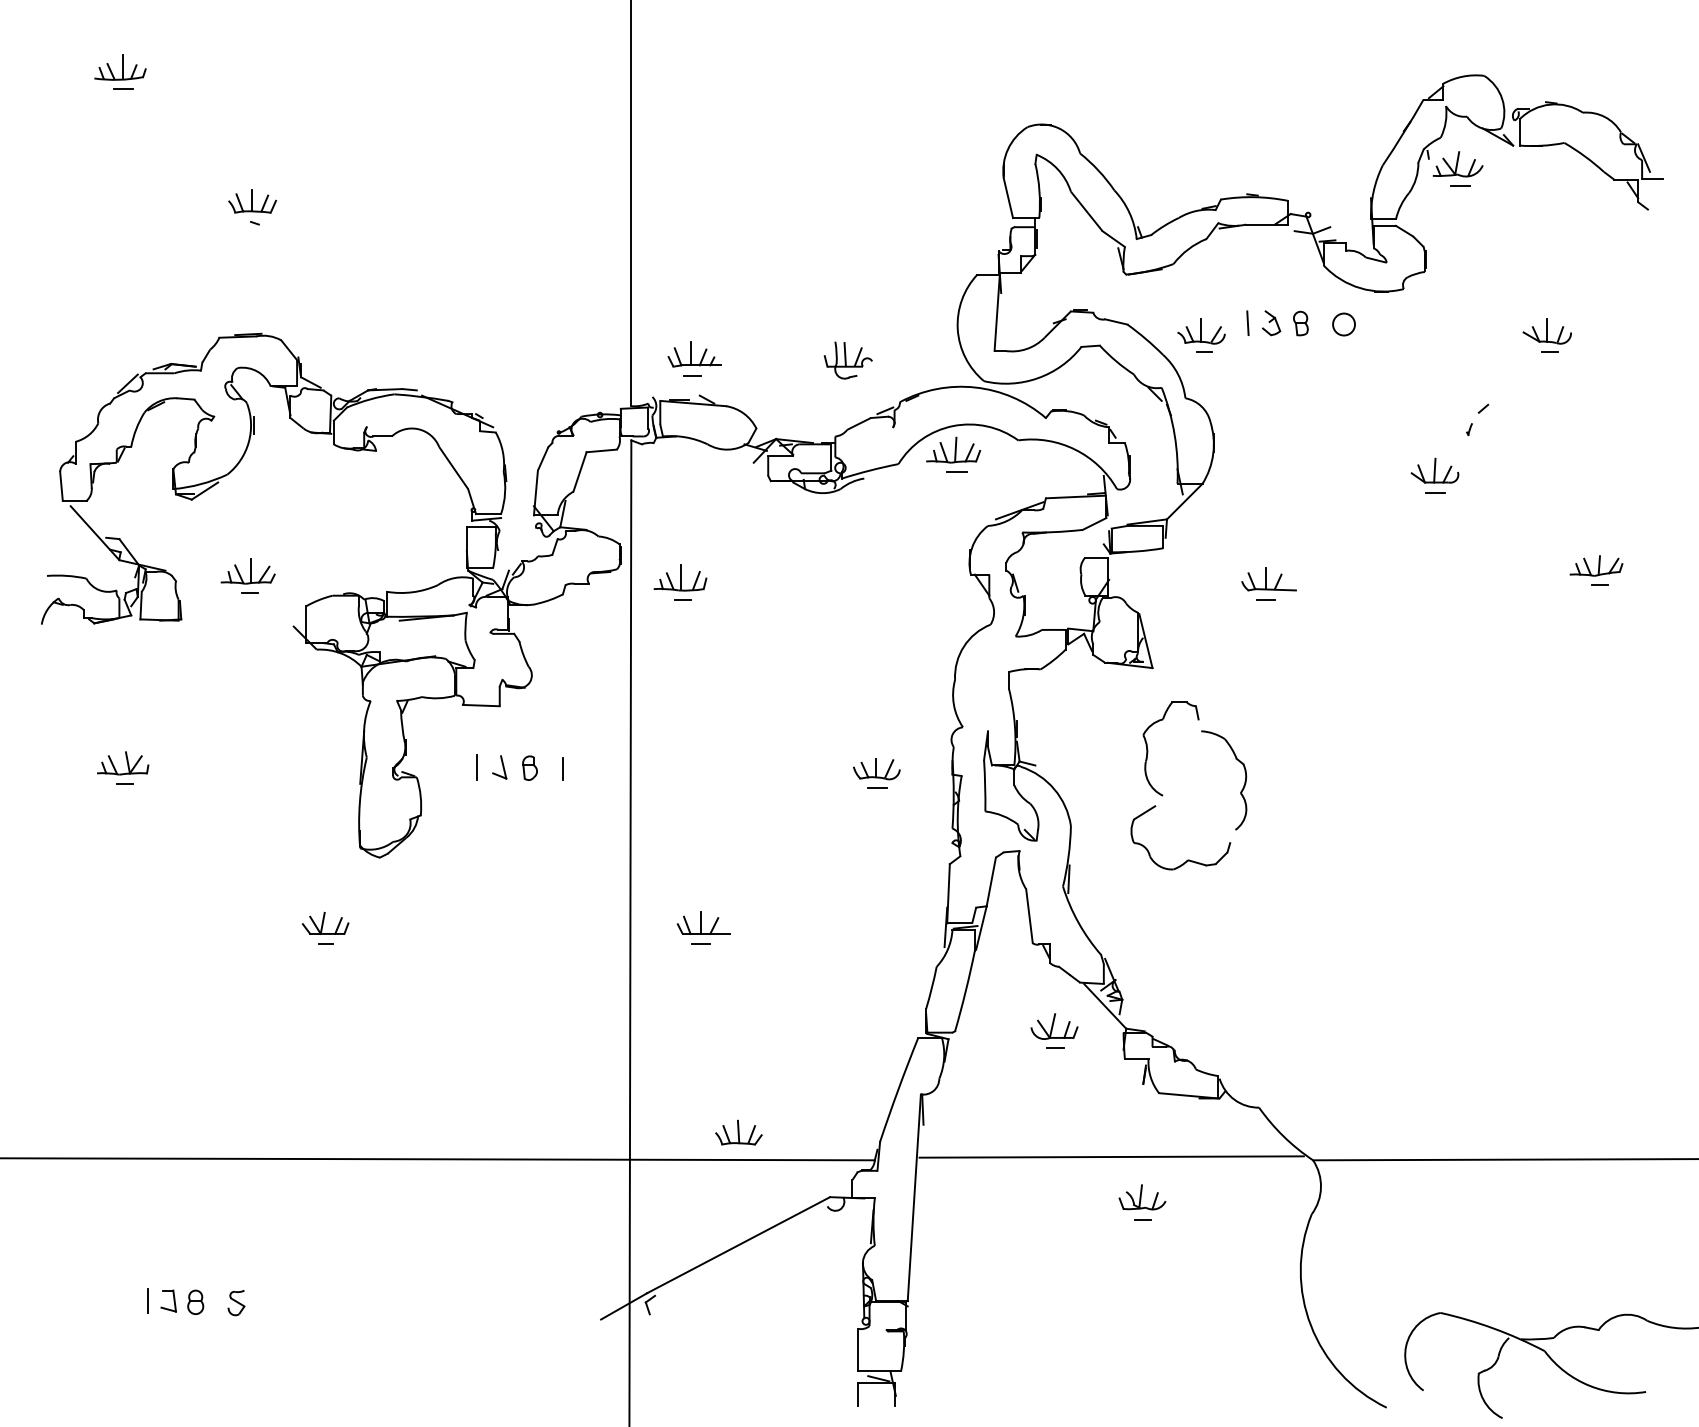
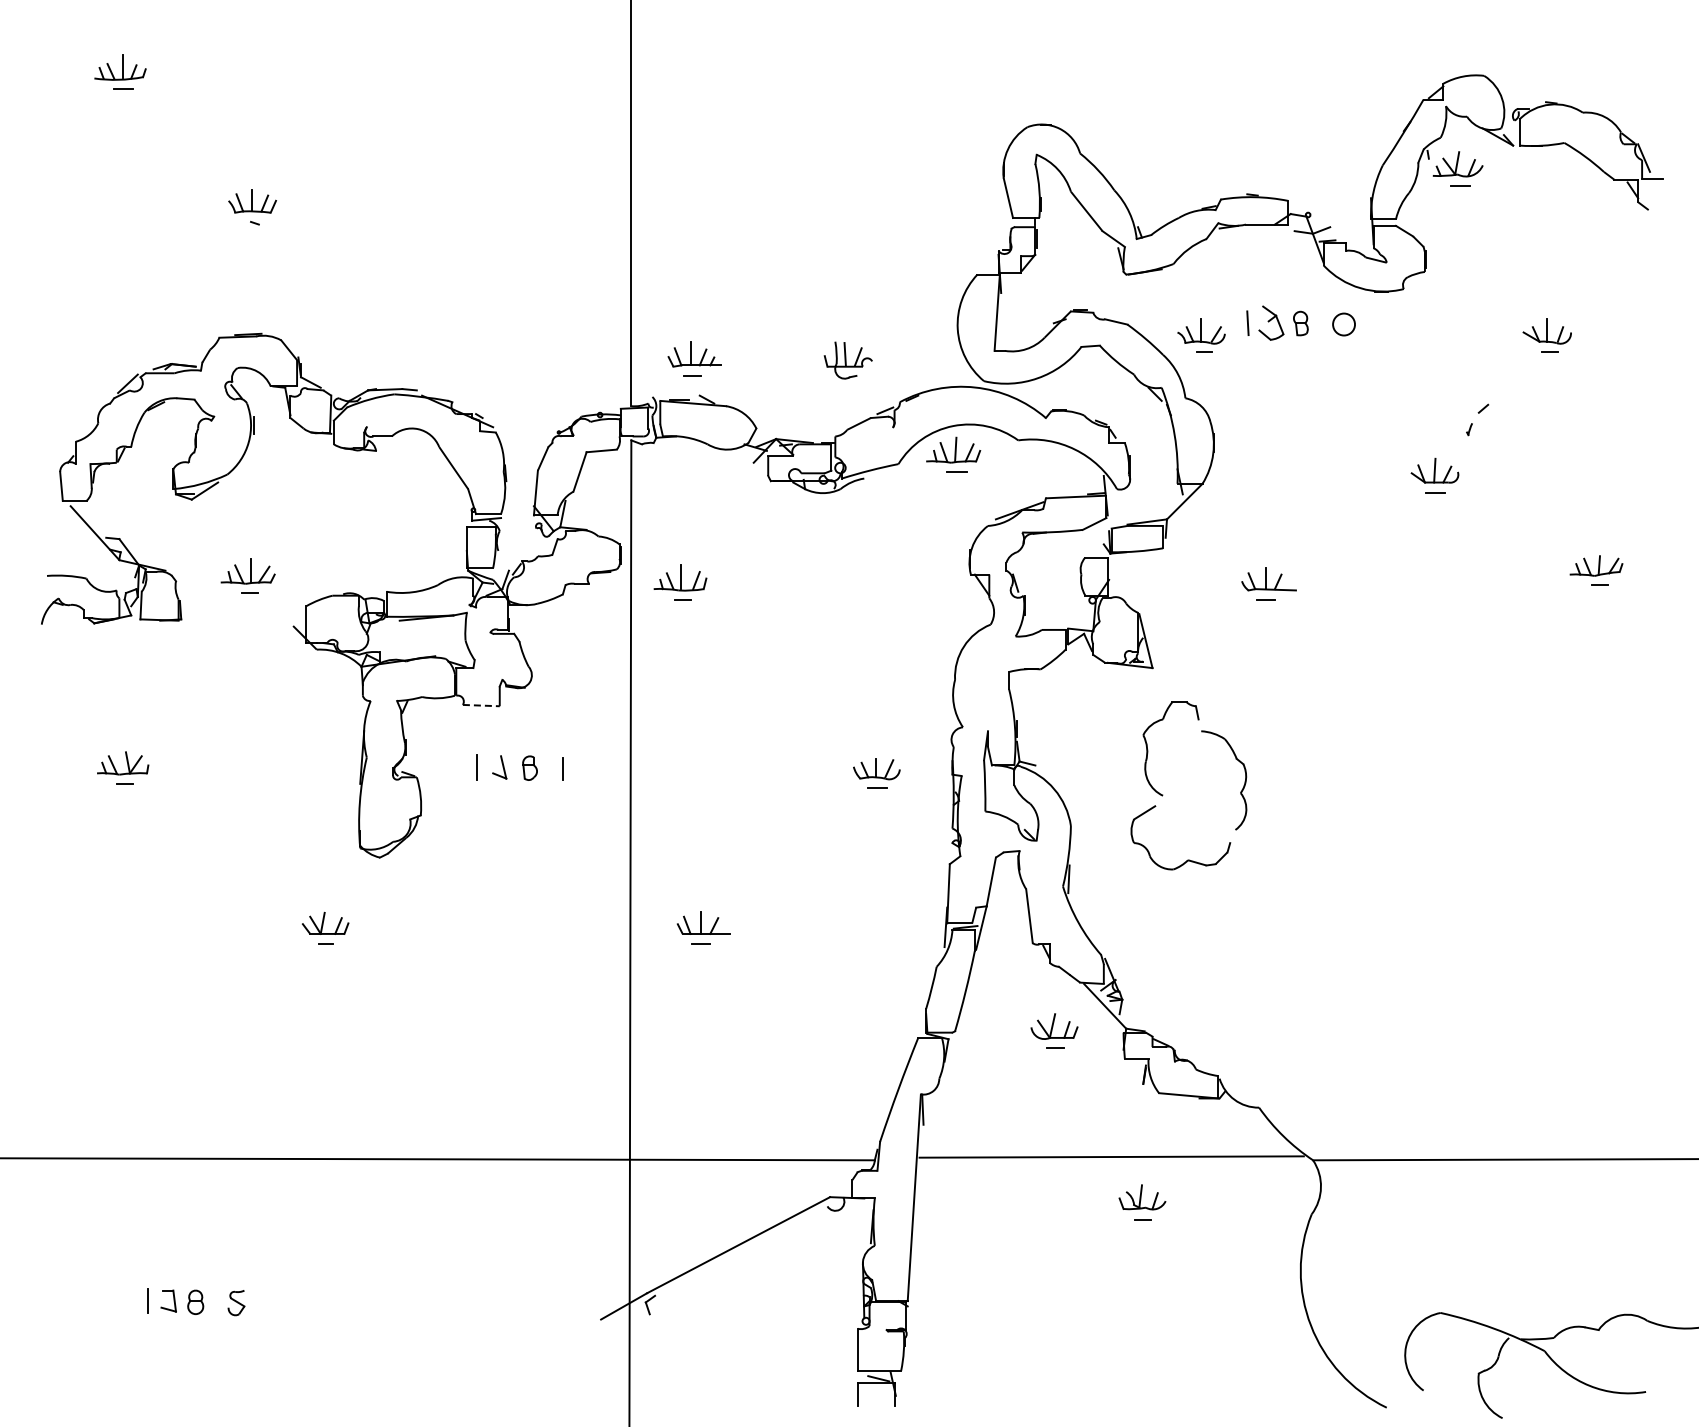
part at (1271, 323) size: 20x27 px -> 27x36 px
line at (481, 705): solid -> dashed
part at (738, 1132): present -> none
